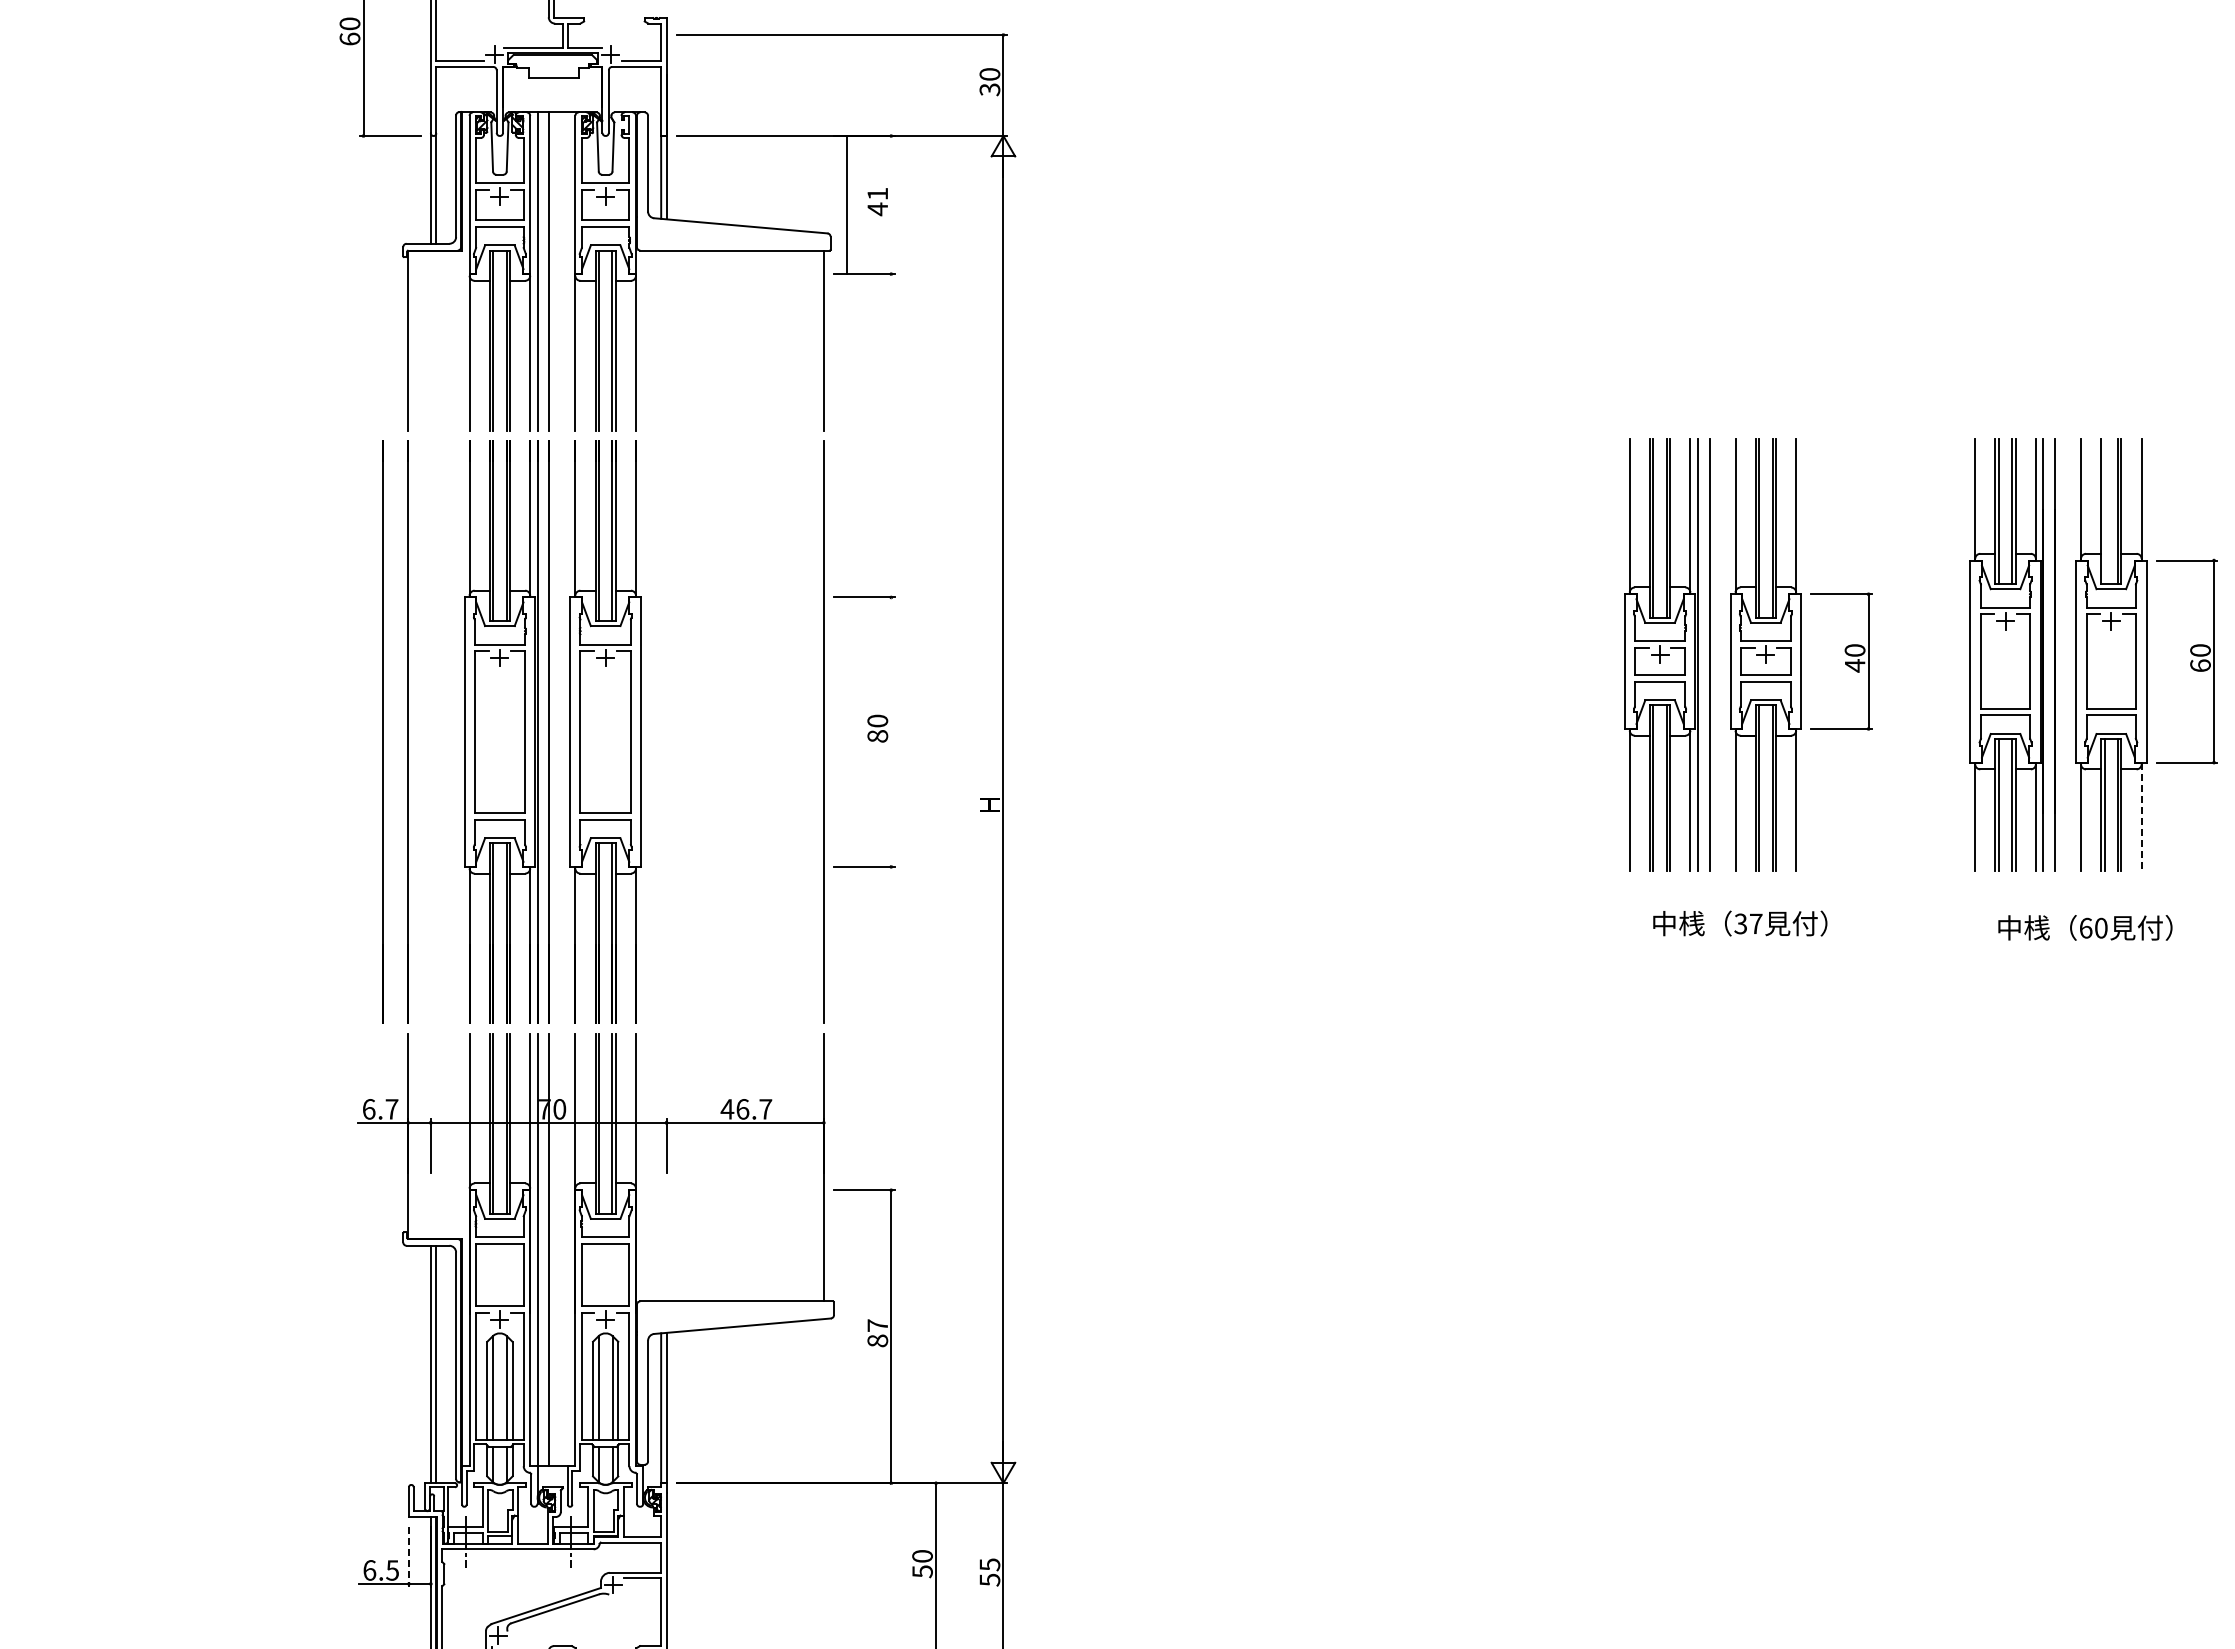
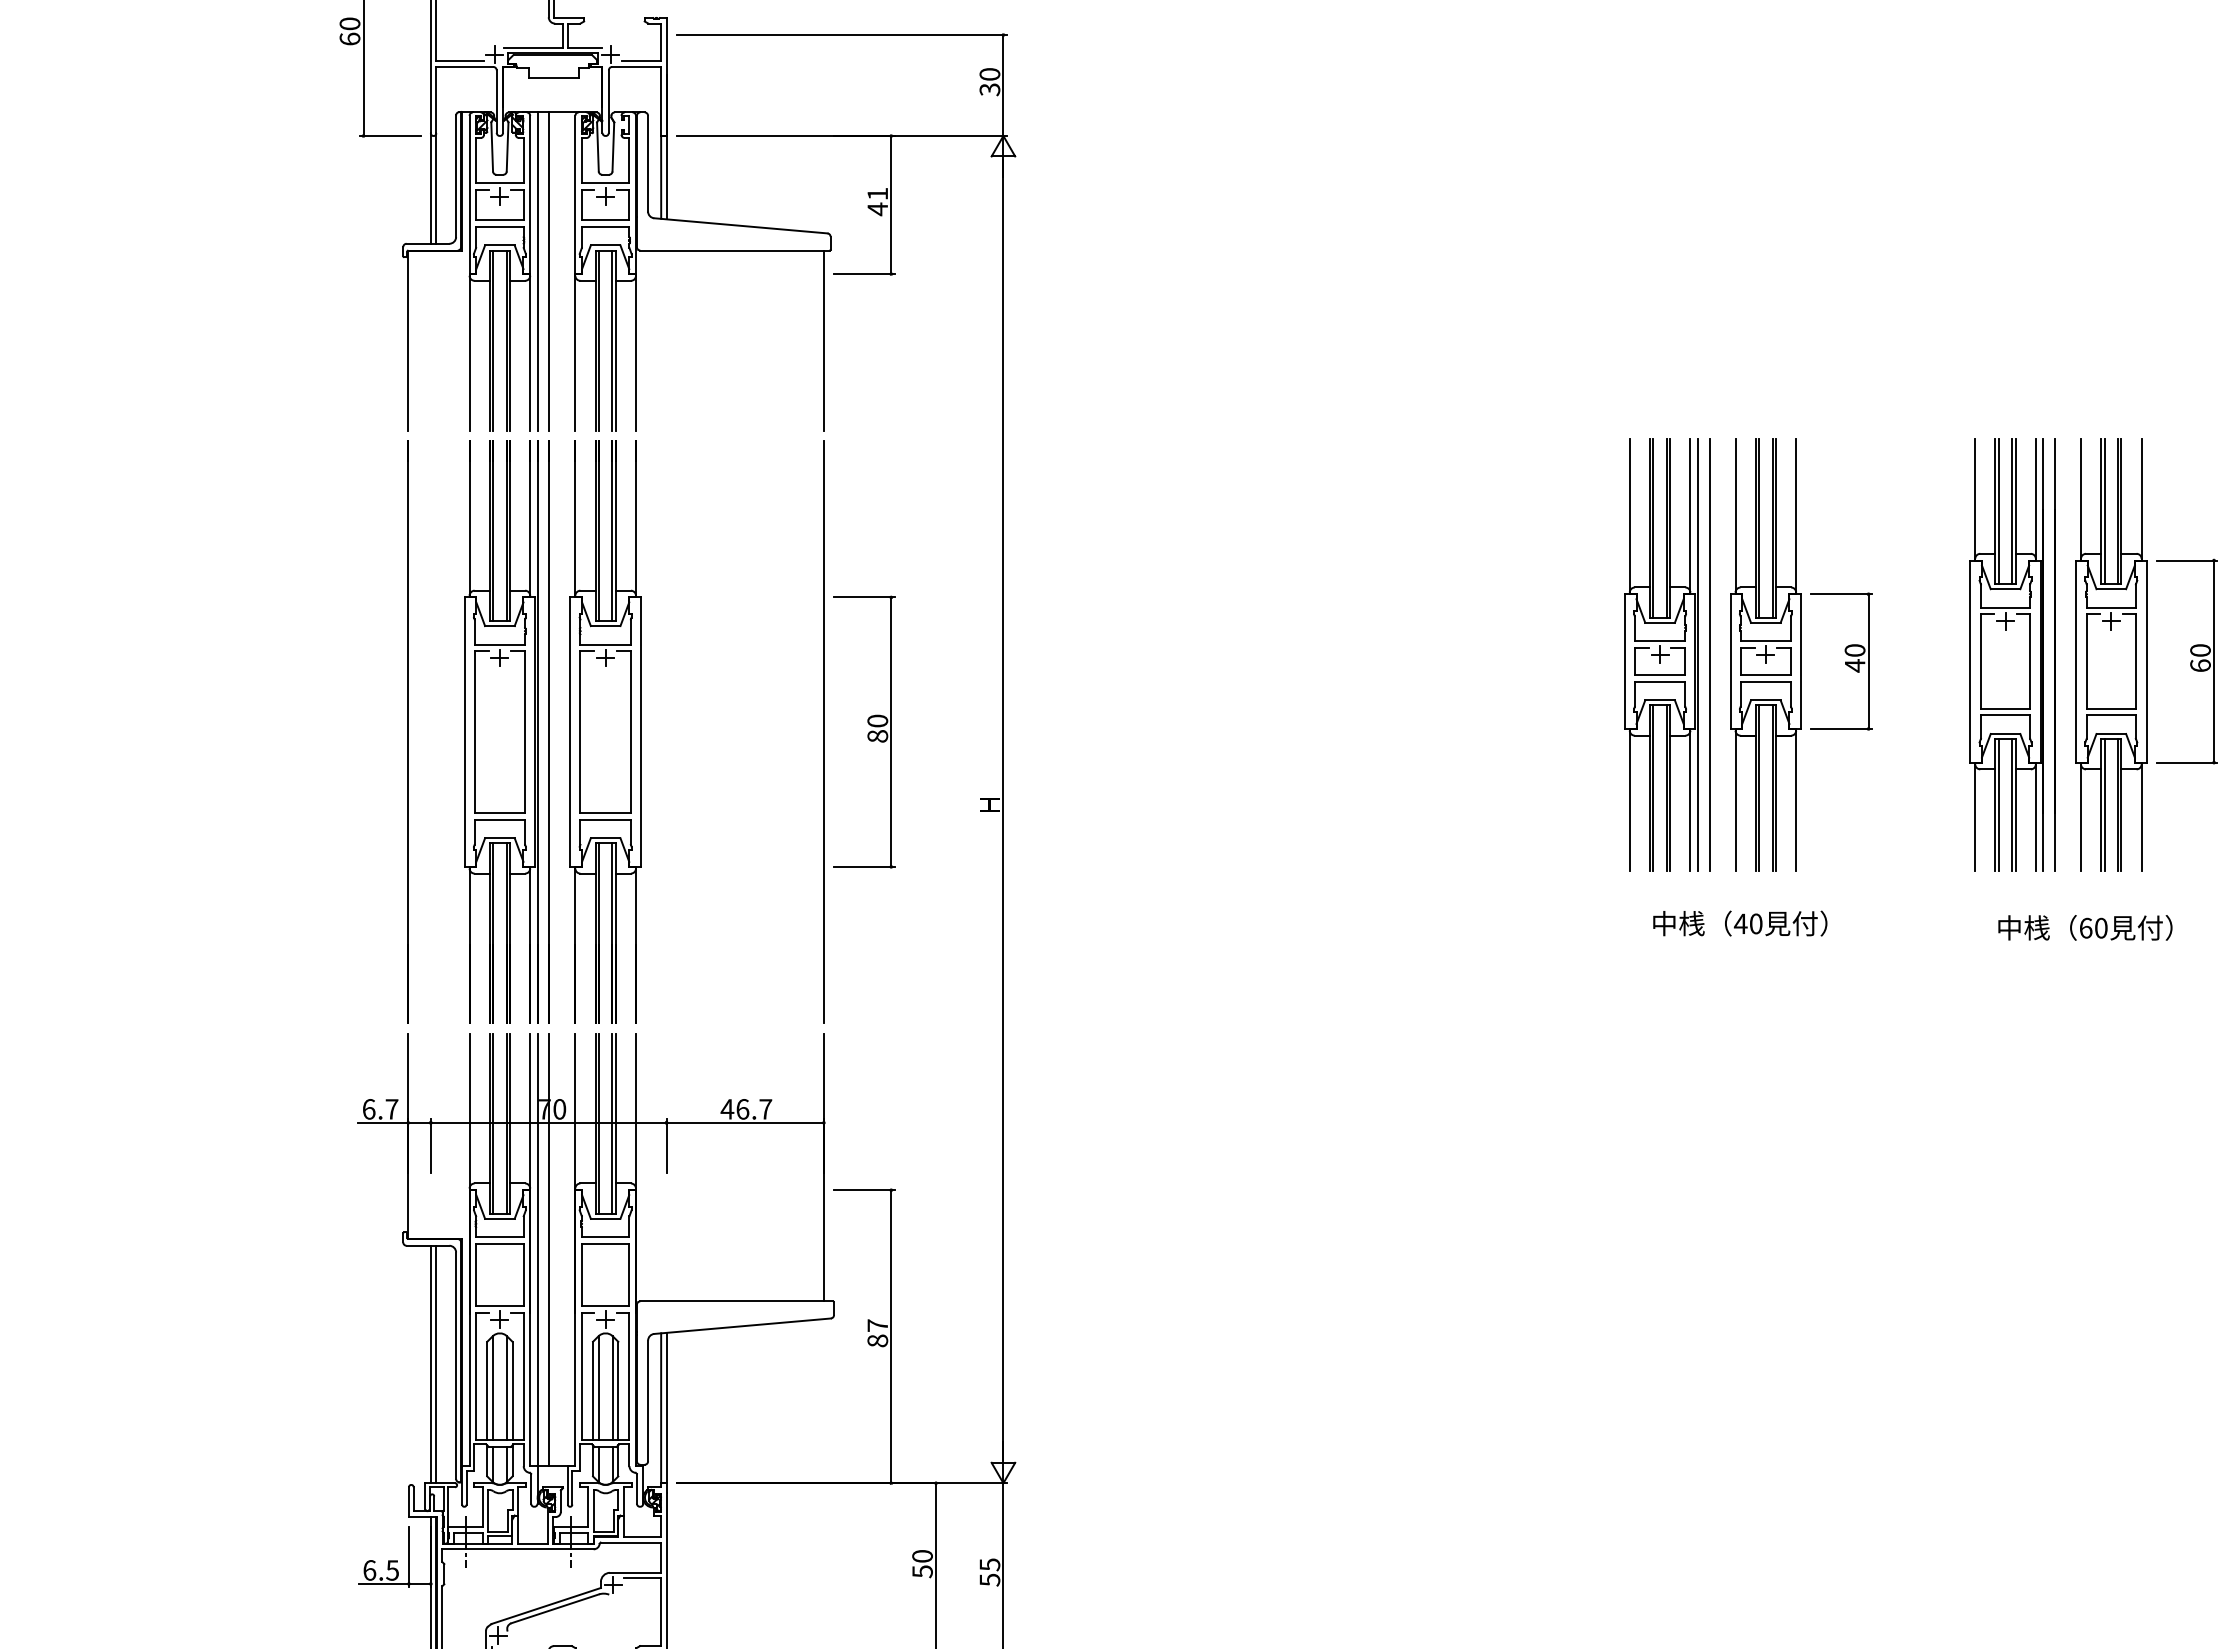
line at (847, 205) position: (847, 205) -> (891, 205)
line at (2104, 511): none -> present
line at (382, 731): present -> none
line at (891, 731): none -> present
line at (2141, 817): dashed -> solid
text at (1747, 923): 37 -> 40
line at (408, 1557): dashed -> solid
